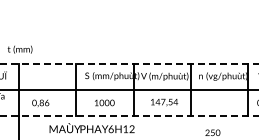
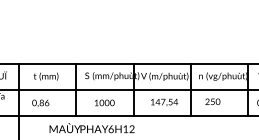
text at (19, 49) position: (19, 49) -> (45, 76)
line at (129, 63): dashed -> solid
line at (129, 115): dashed -> solid
text at (212, 132) position: (212, 132) -> (212, 101)
